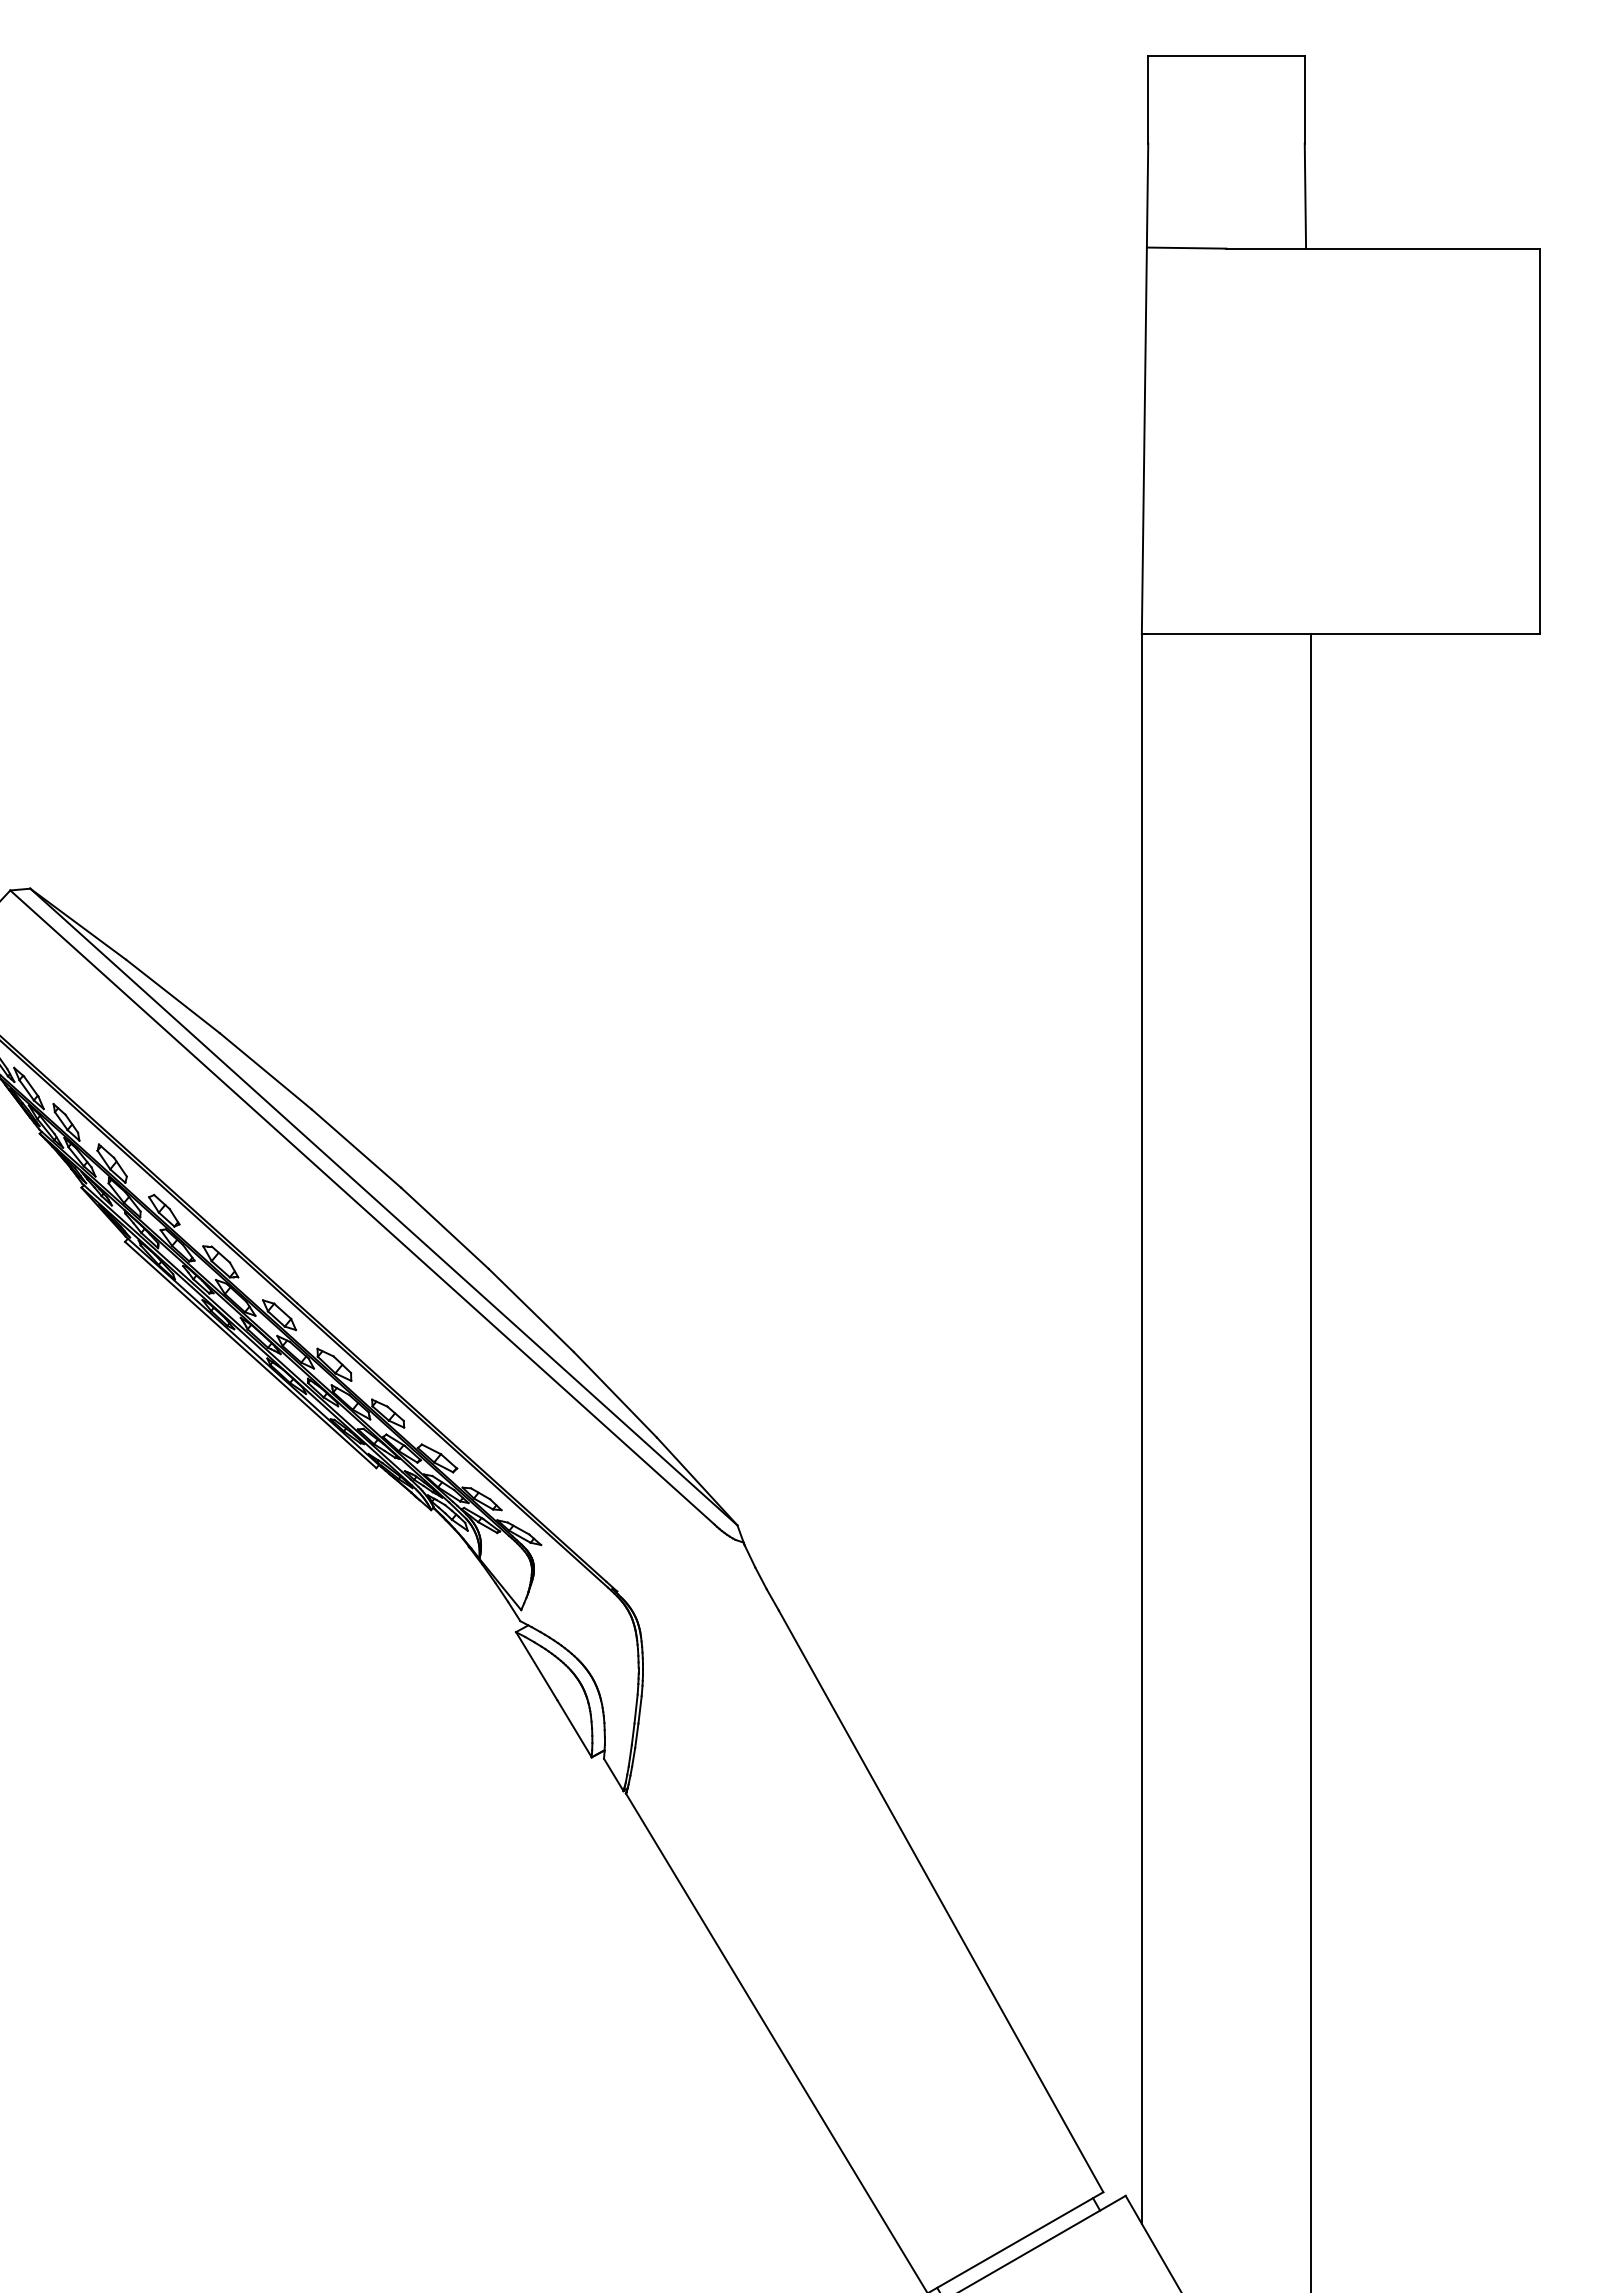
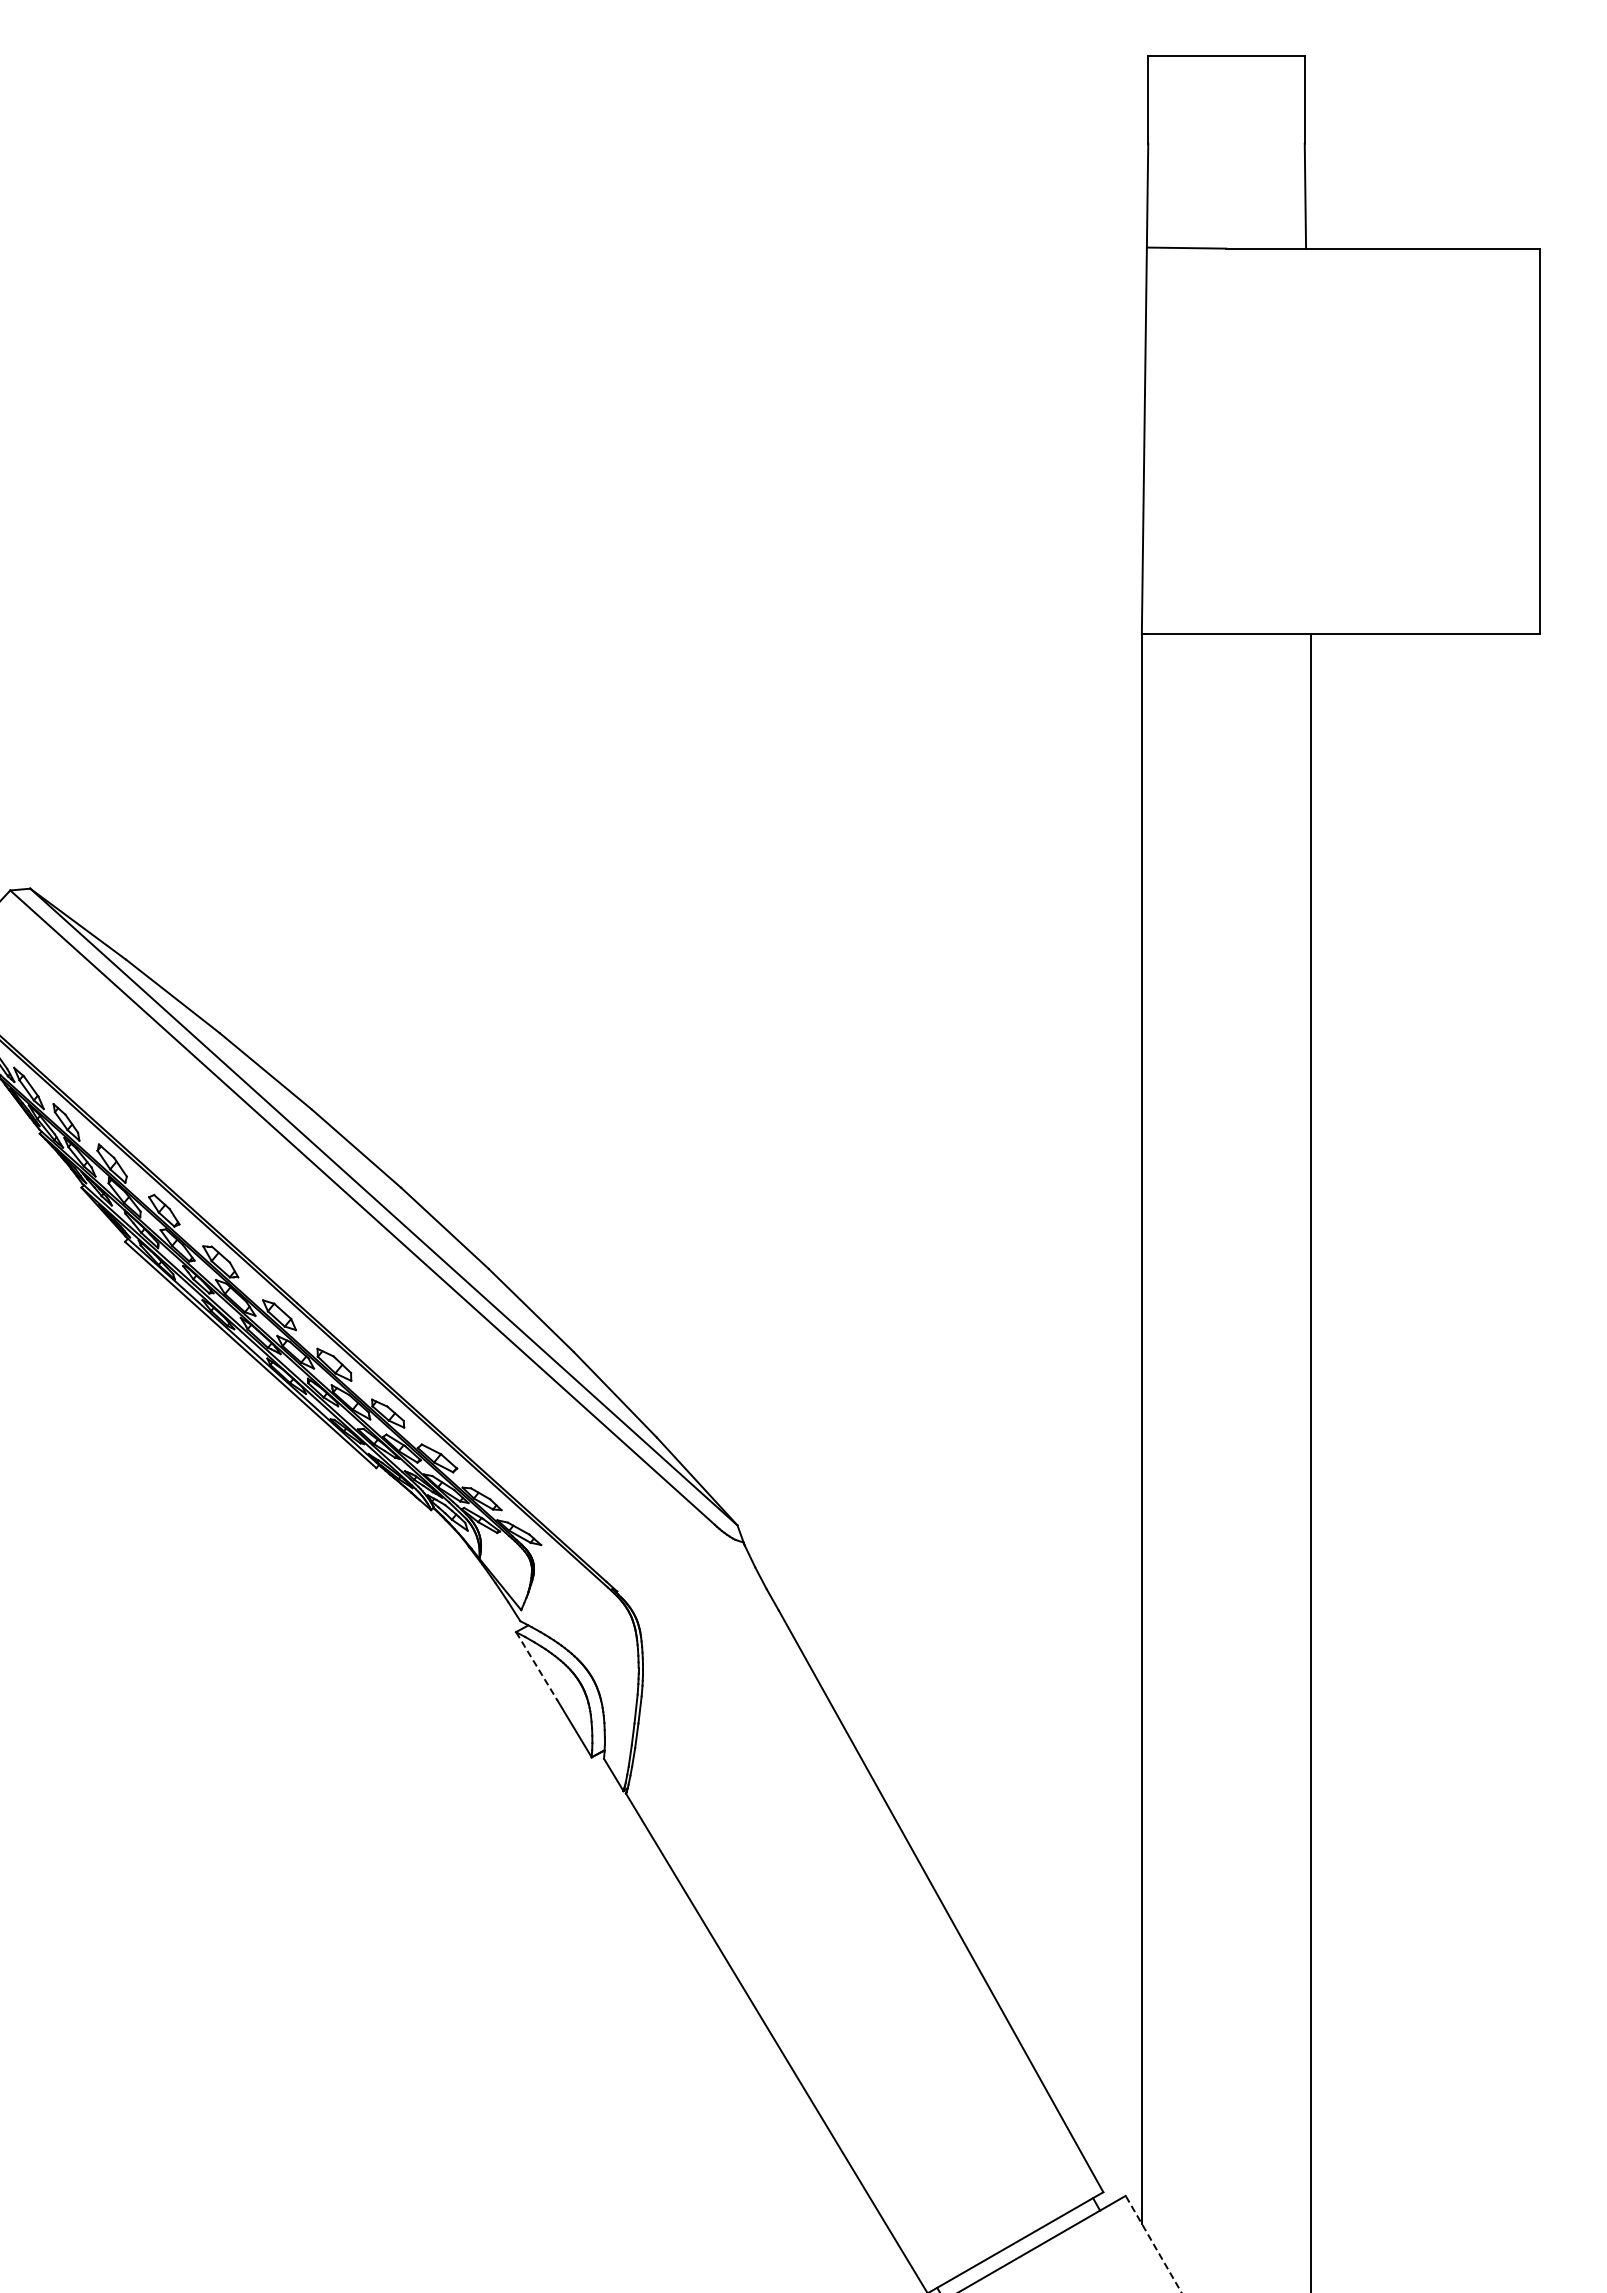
line at (536, 1666): solid -> dashed
line at (1153, 2244): solid -> dashed
